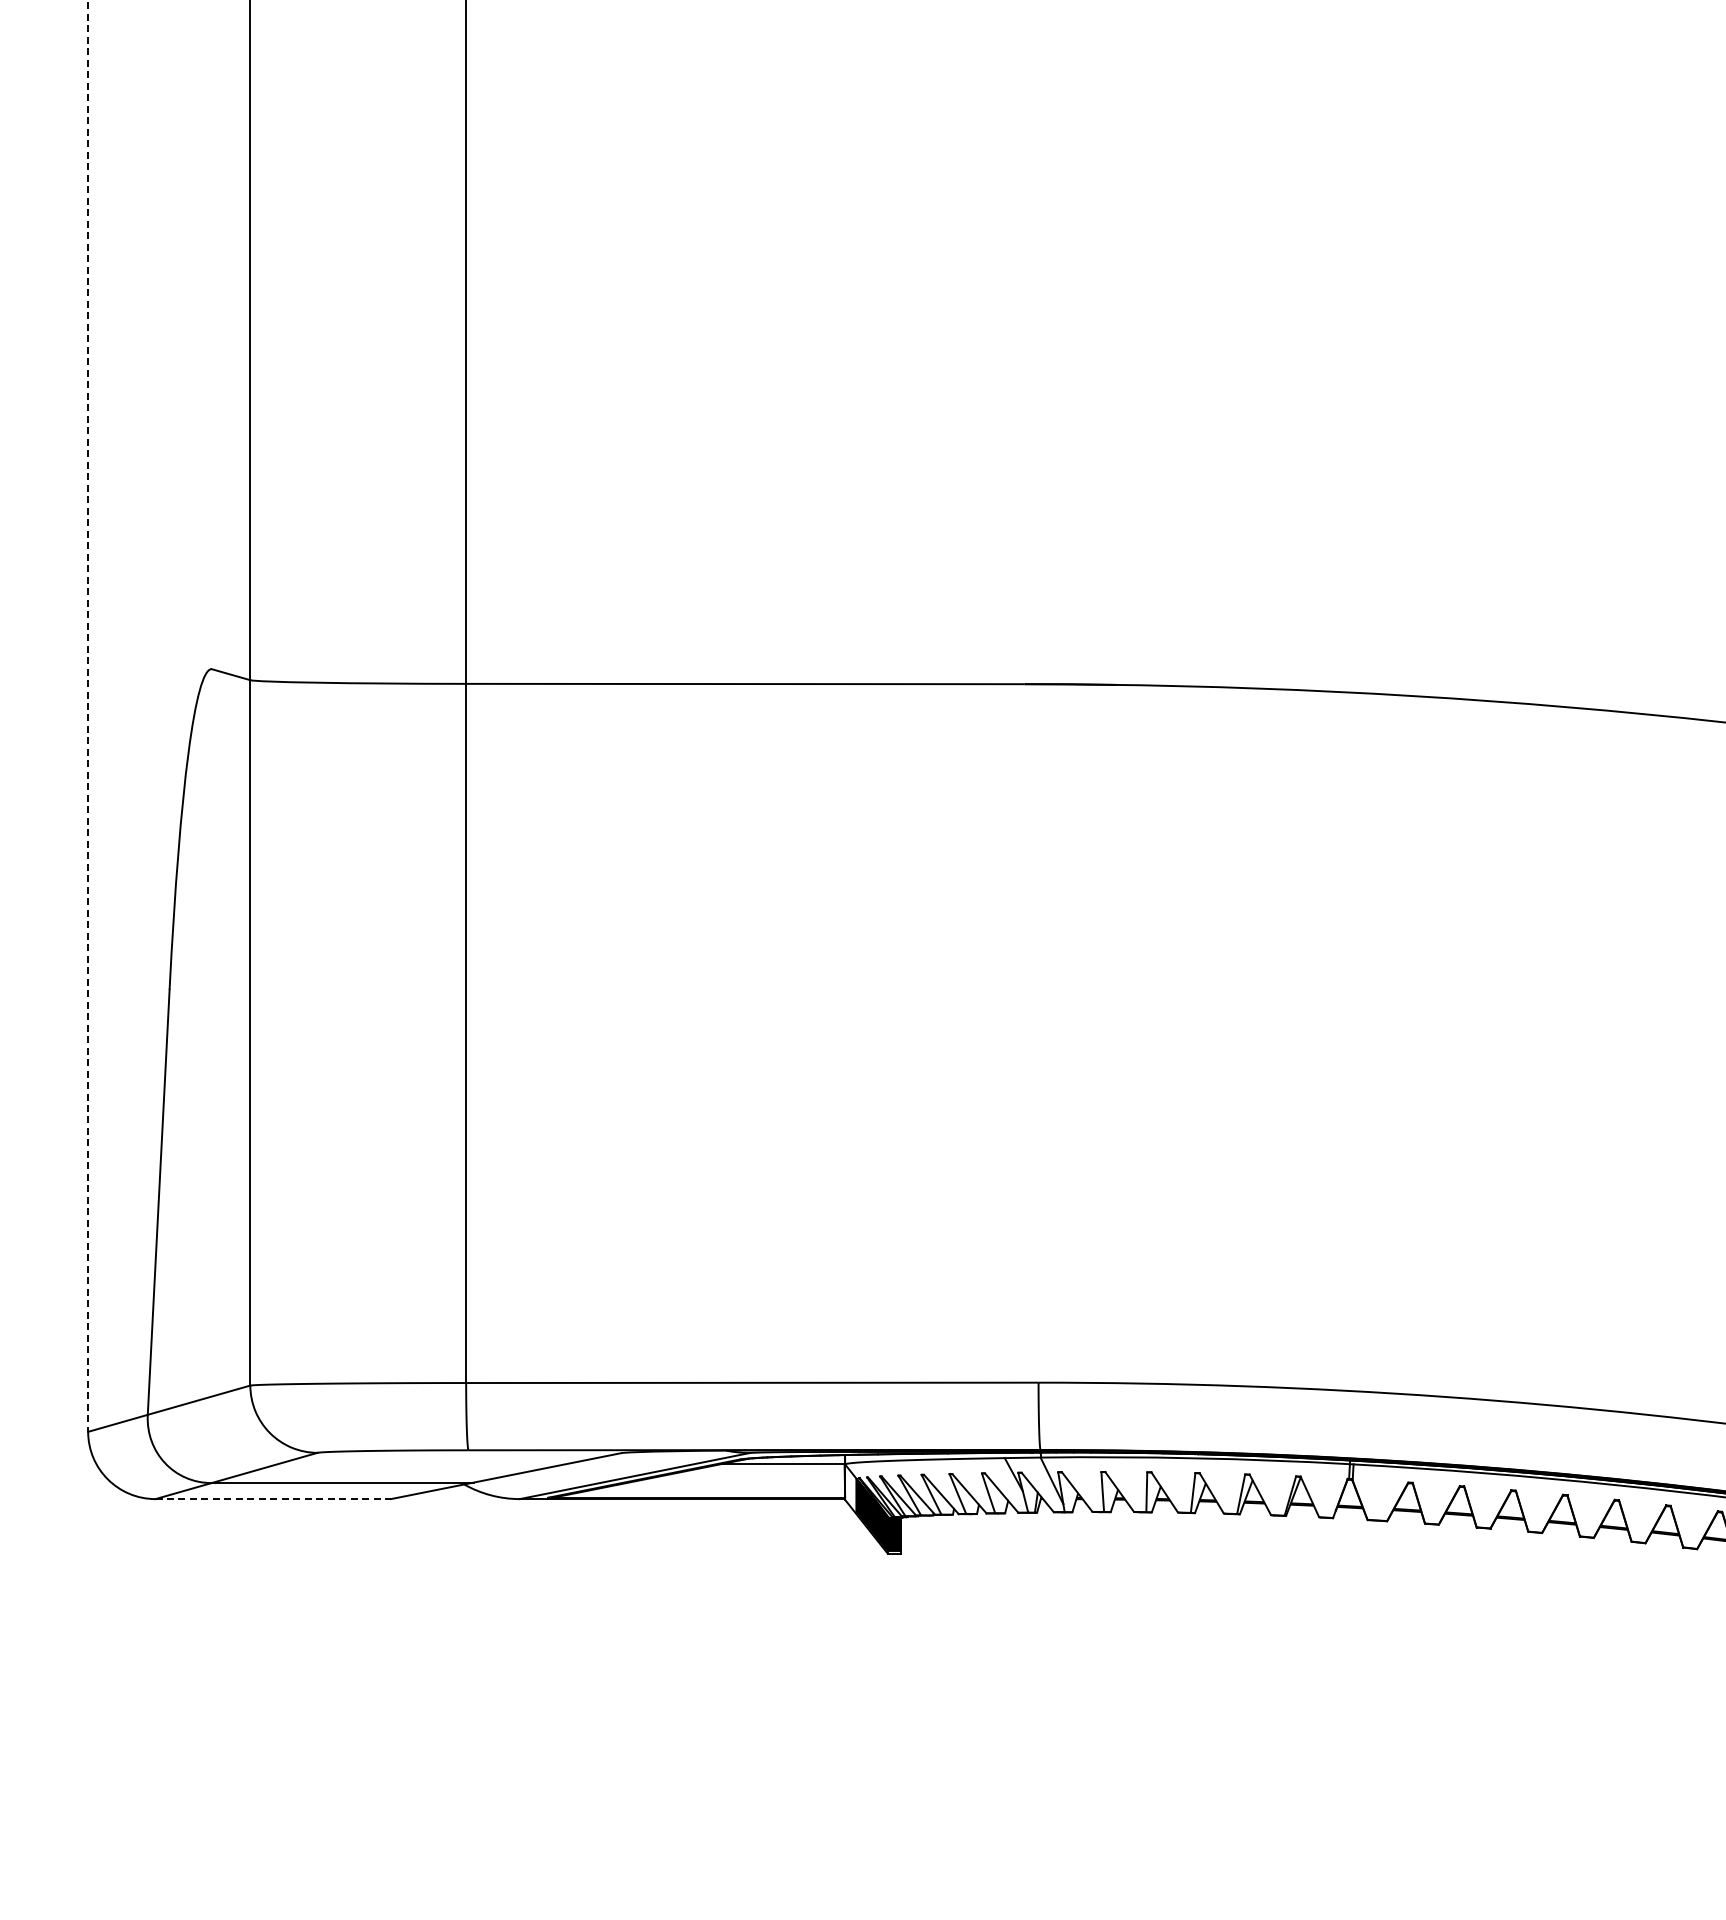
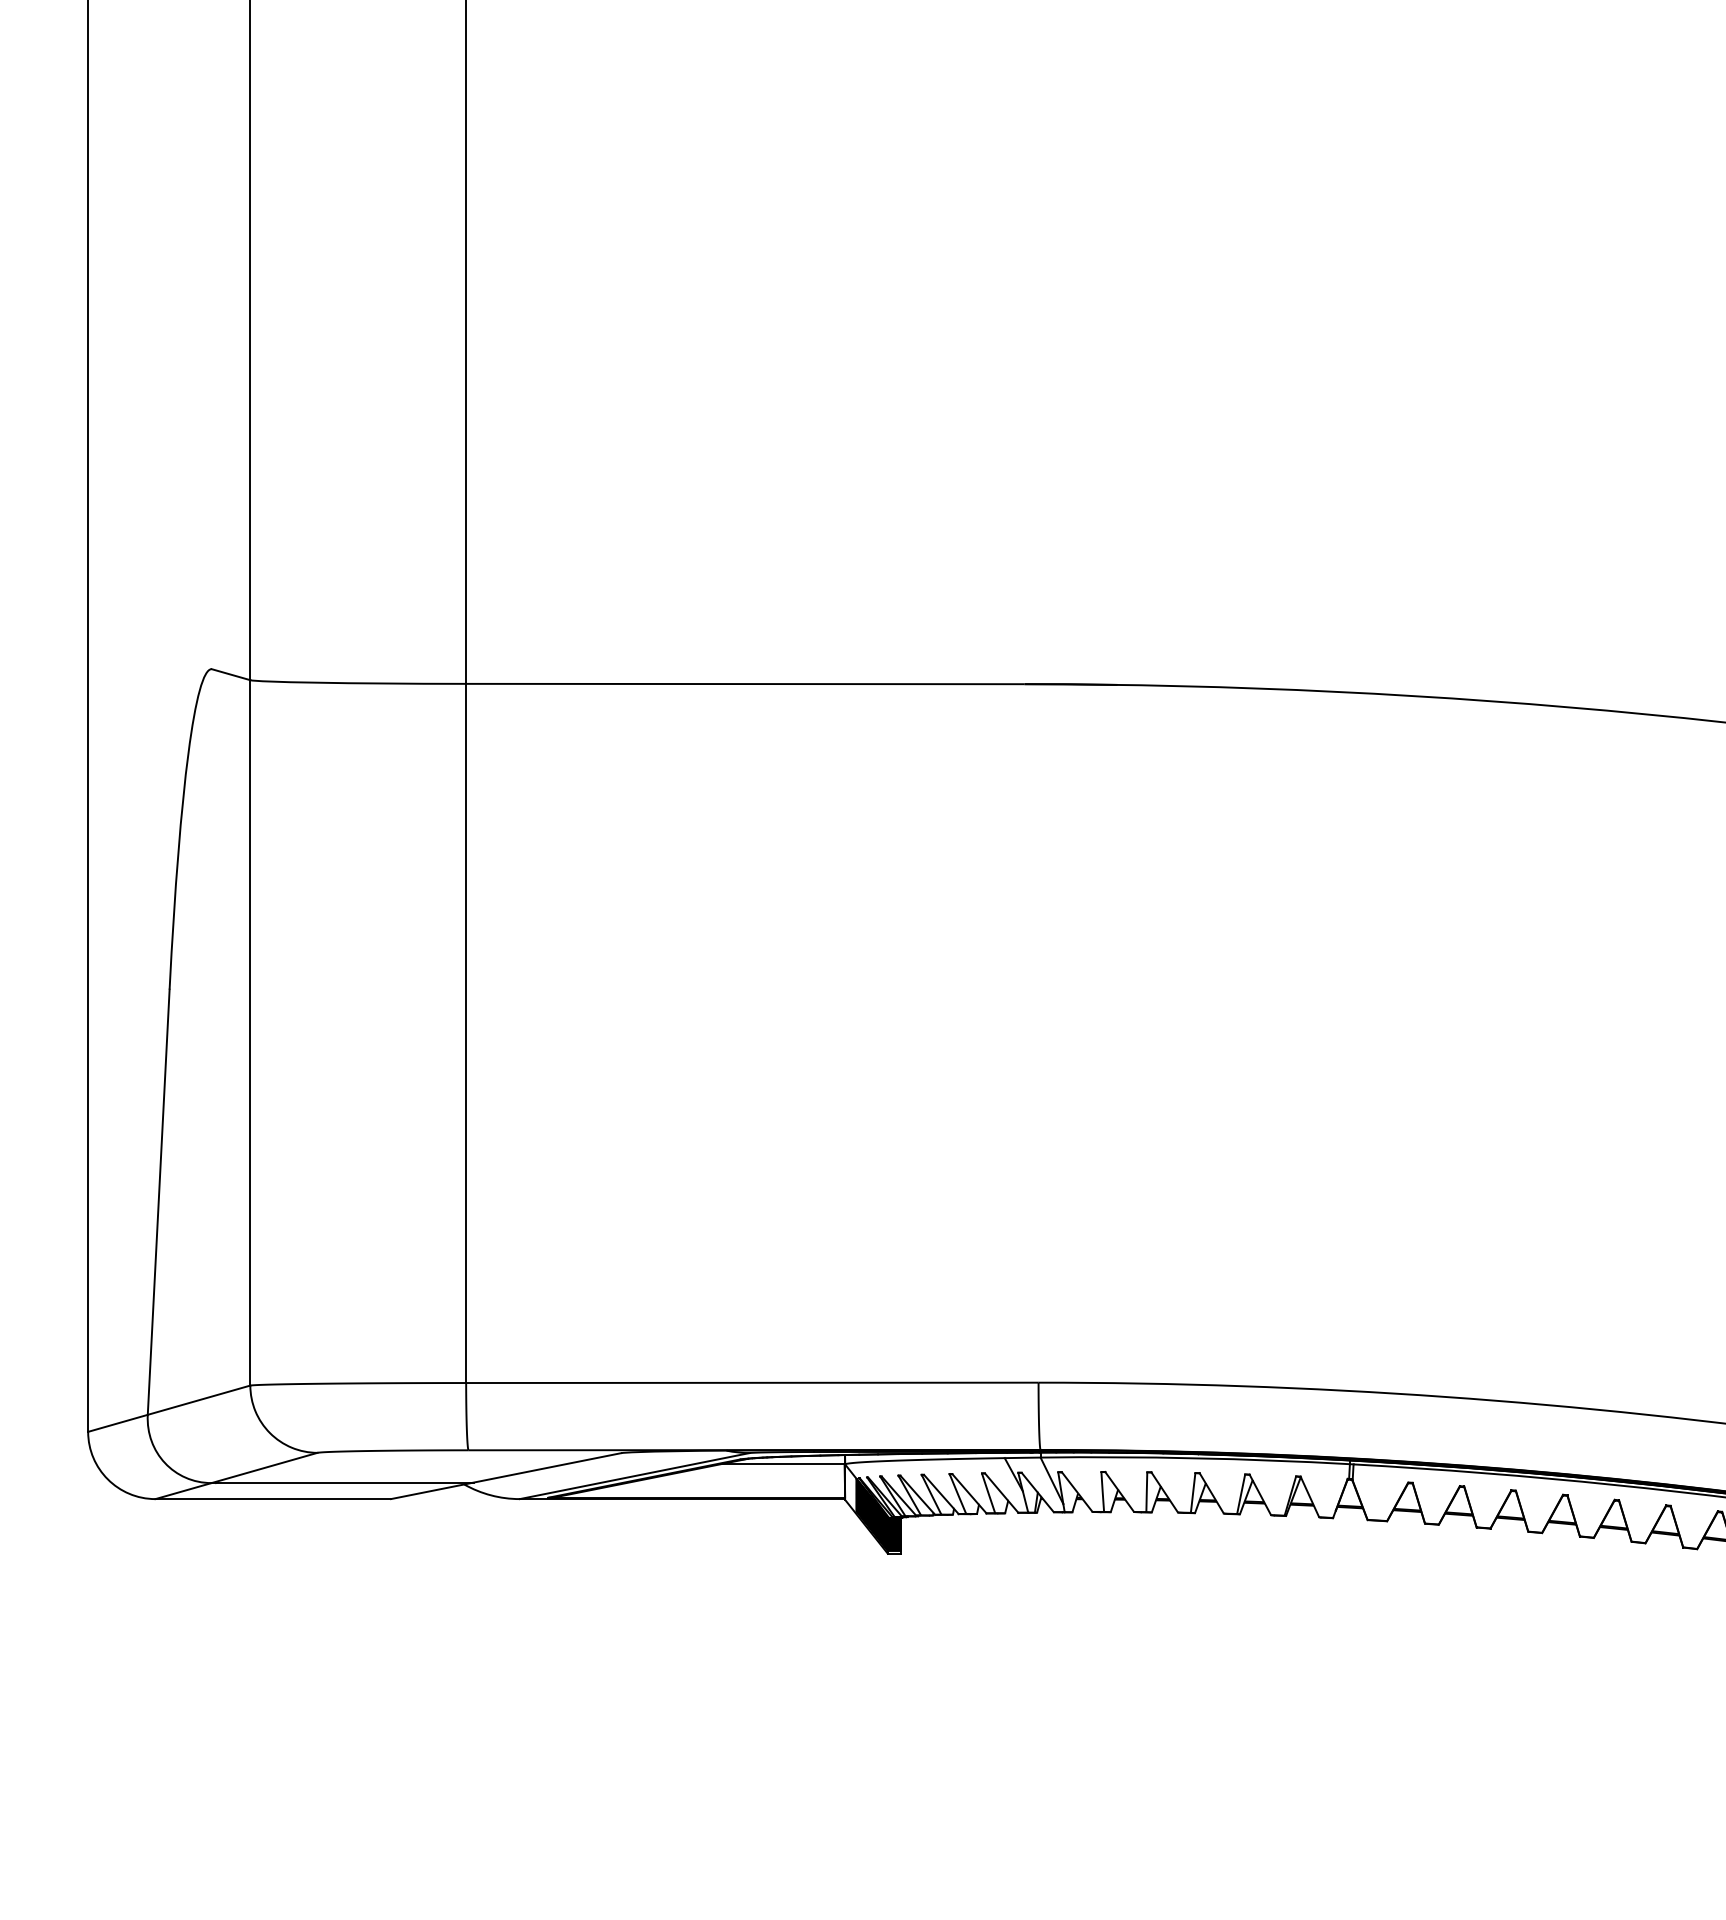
line at (88, 716): dashed -> solid
line at (273, 1499): dashed -> solid
